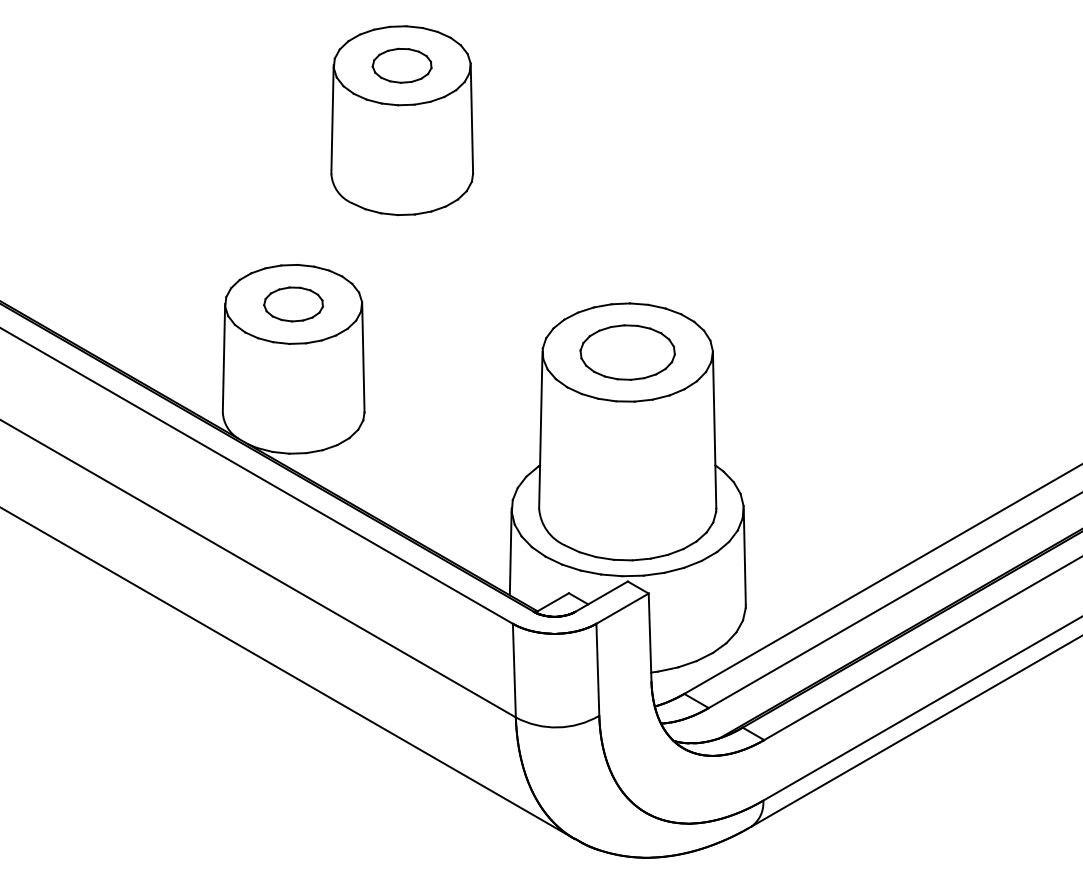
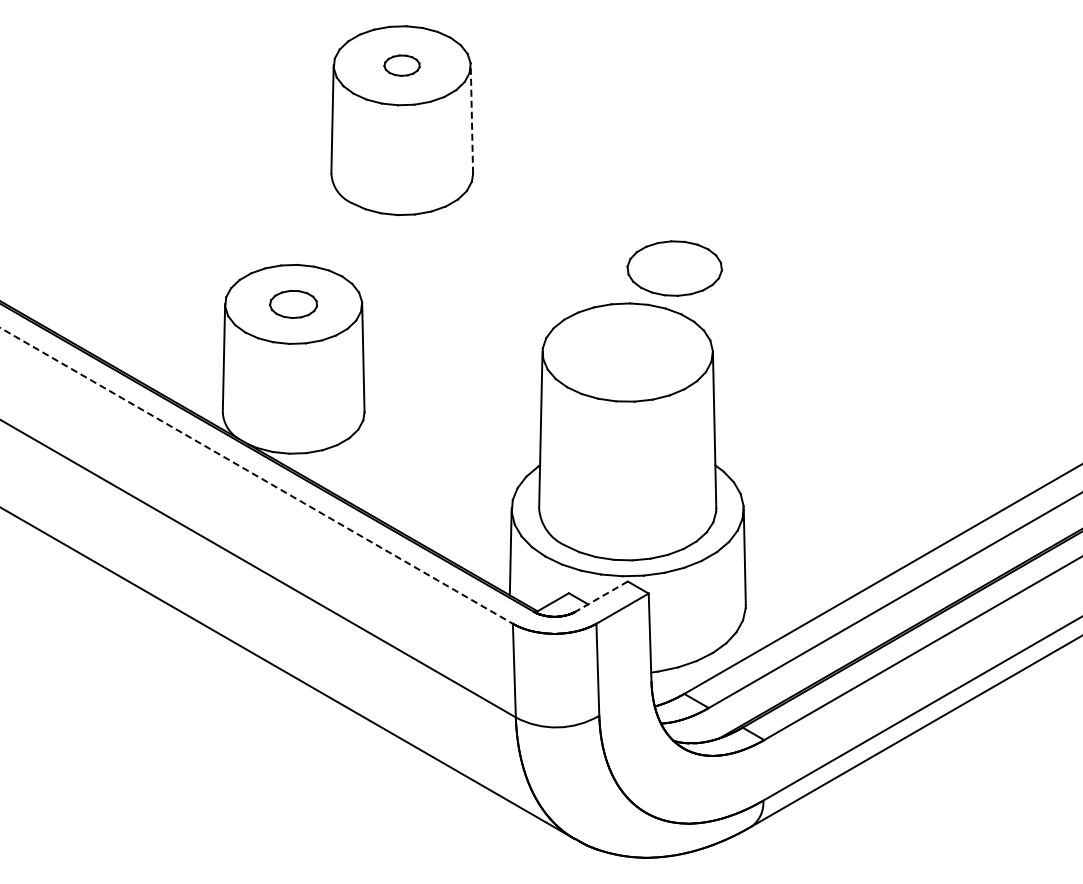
part at (401, 65) size: 62x37 px -> 38x23 px
line at (471, 119): solid -> dashed
part at (293, 304) size: 61x37 px -> 49x29 px
part at (627, 352) position: (627, 352) -> (674, 268)
line at (256, 475): solid -> dashed
line at (601, 596): solid -> dashed
